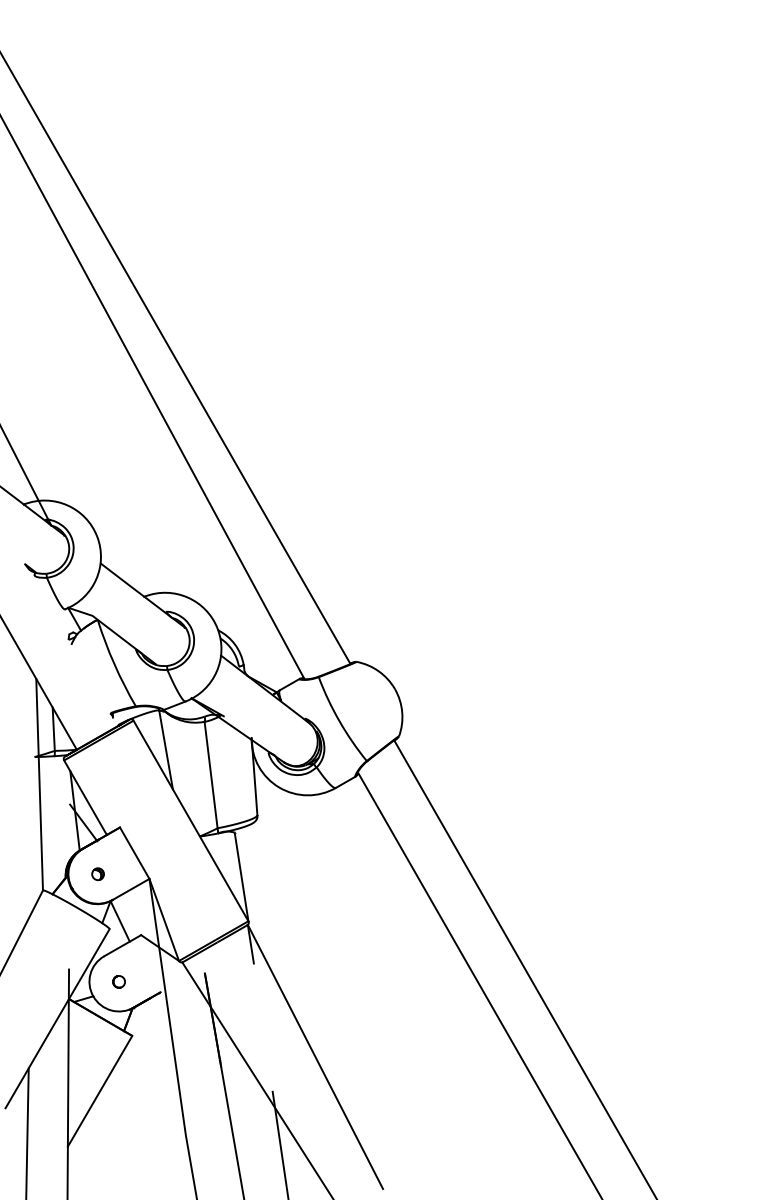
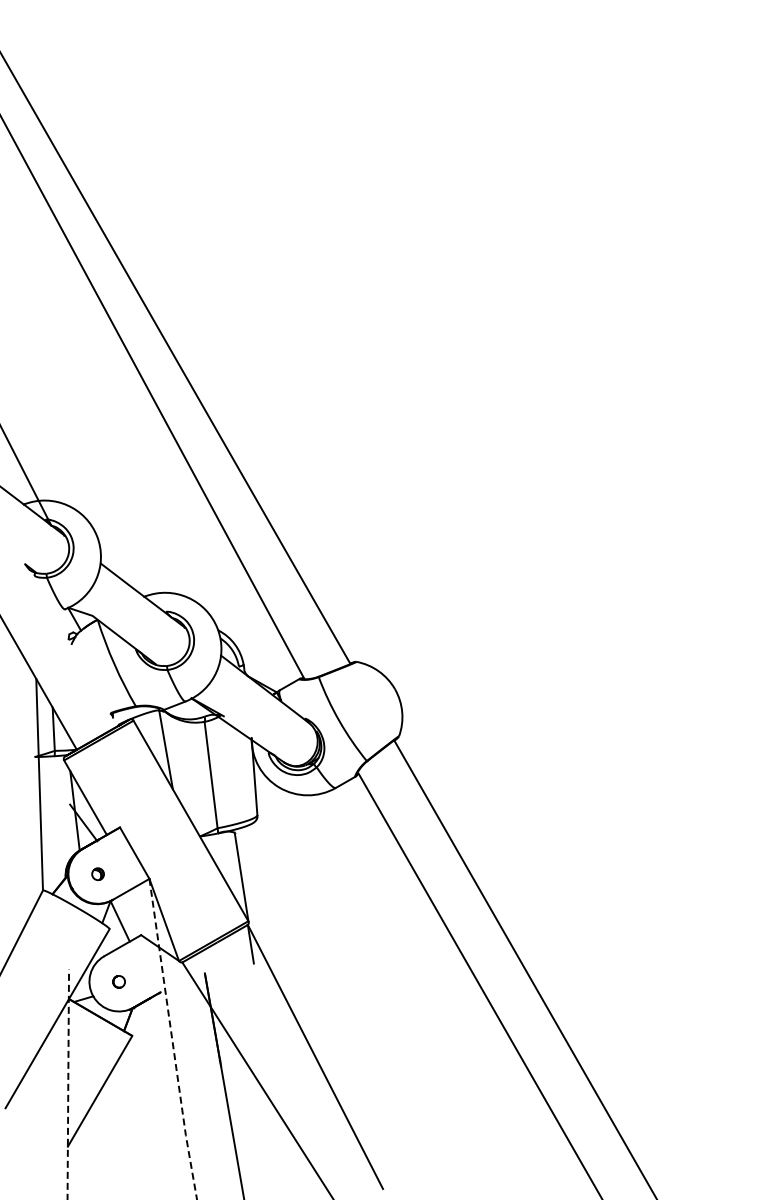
line at (172, 1039): solid -> dashed
line at (68, 1084): solid -> dashed
line at (27, 1132): present -> none
line at (280, 1143): present -> none
